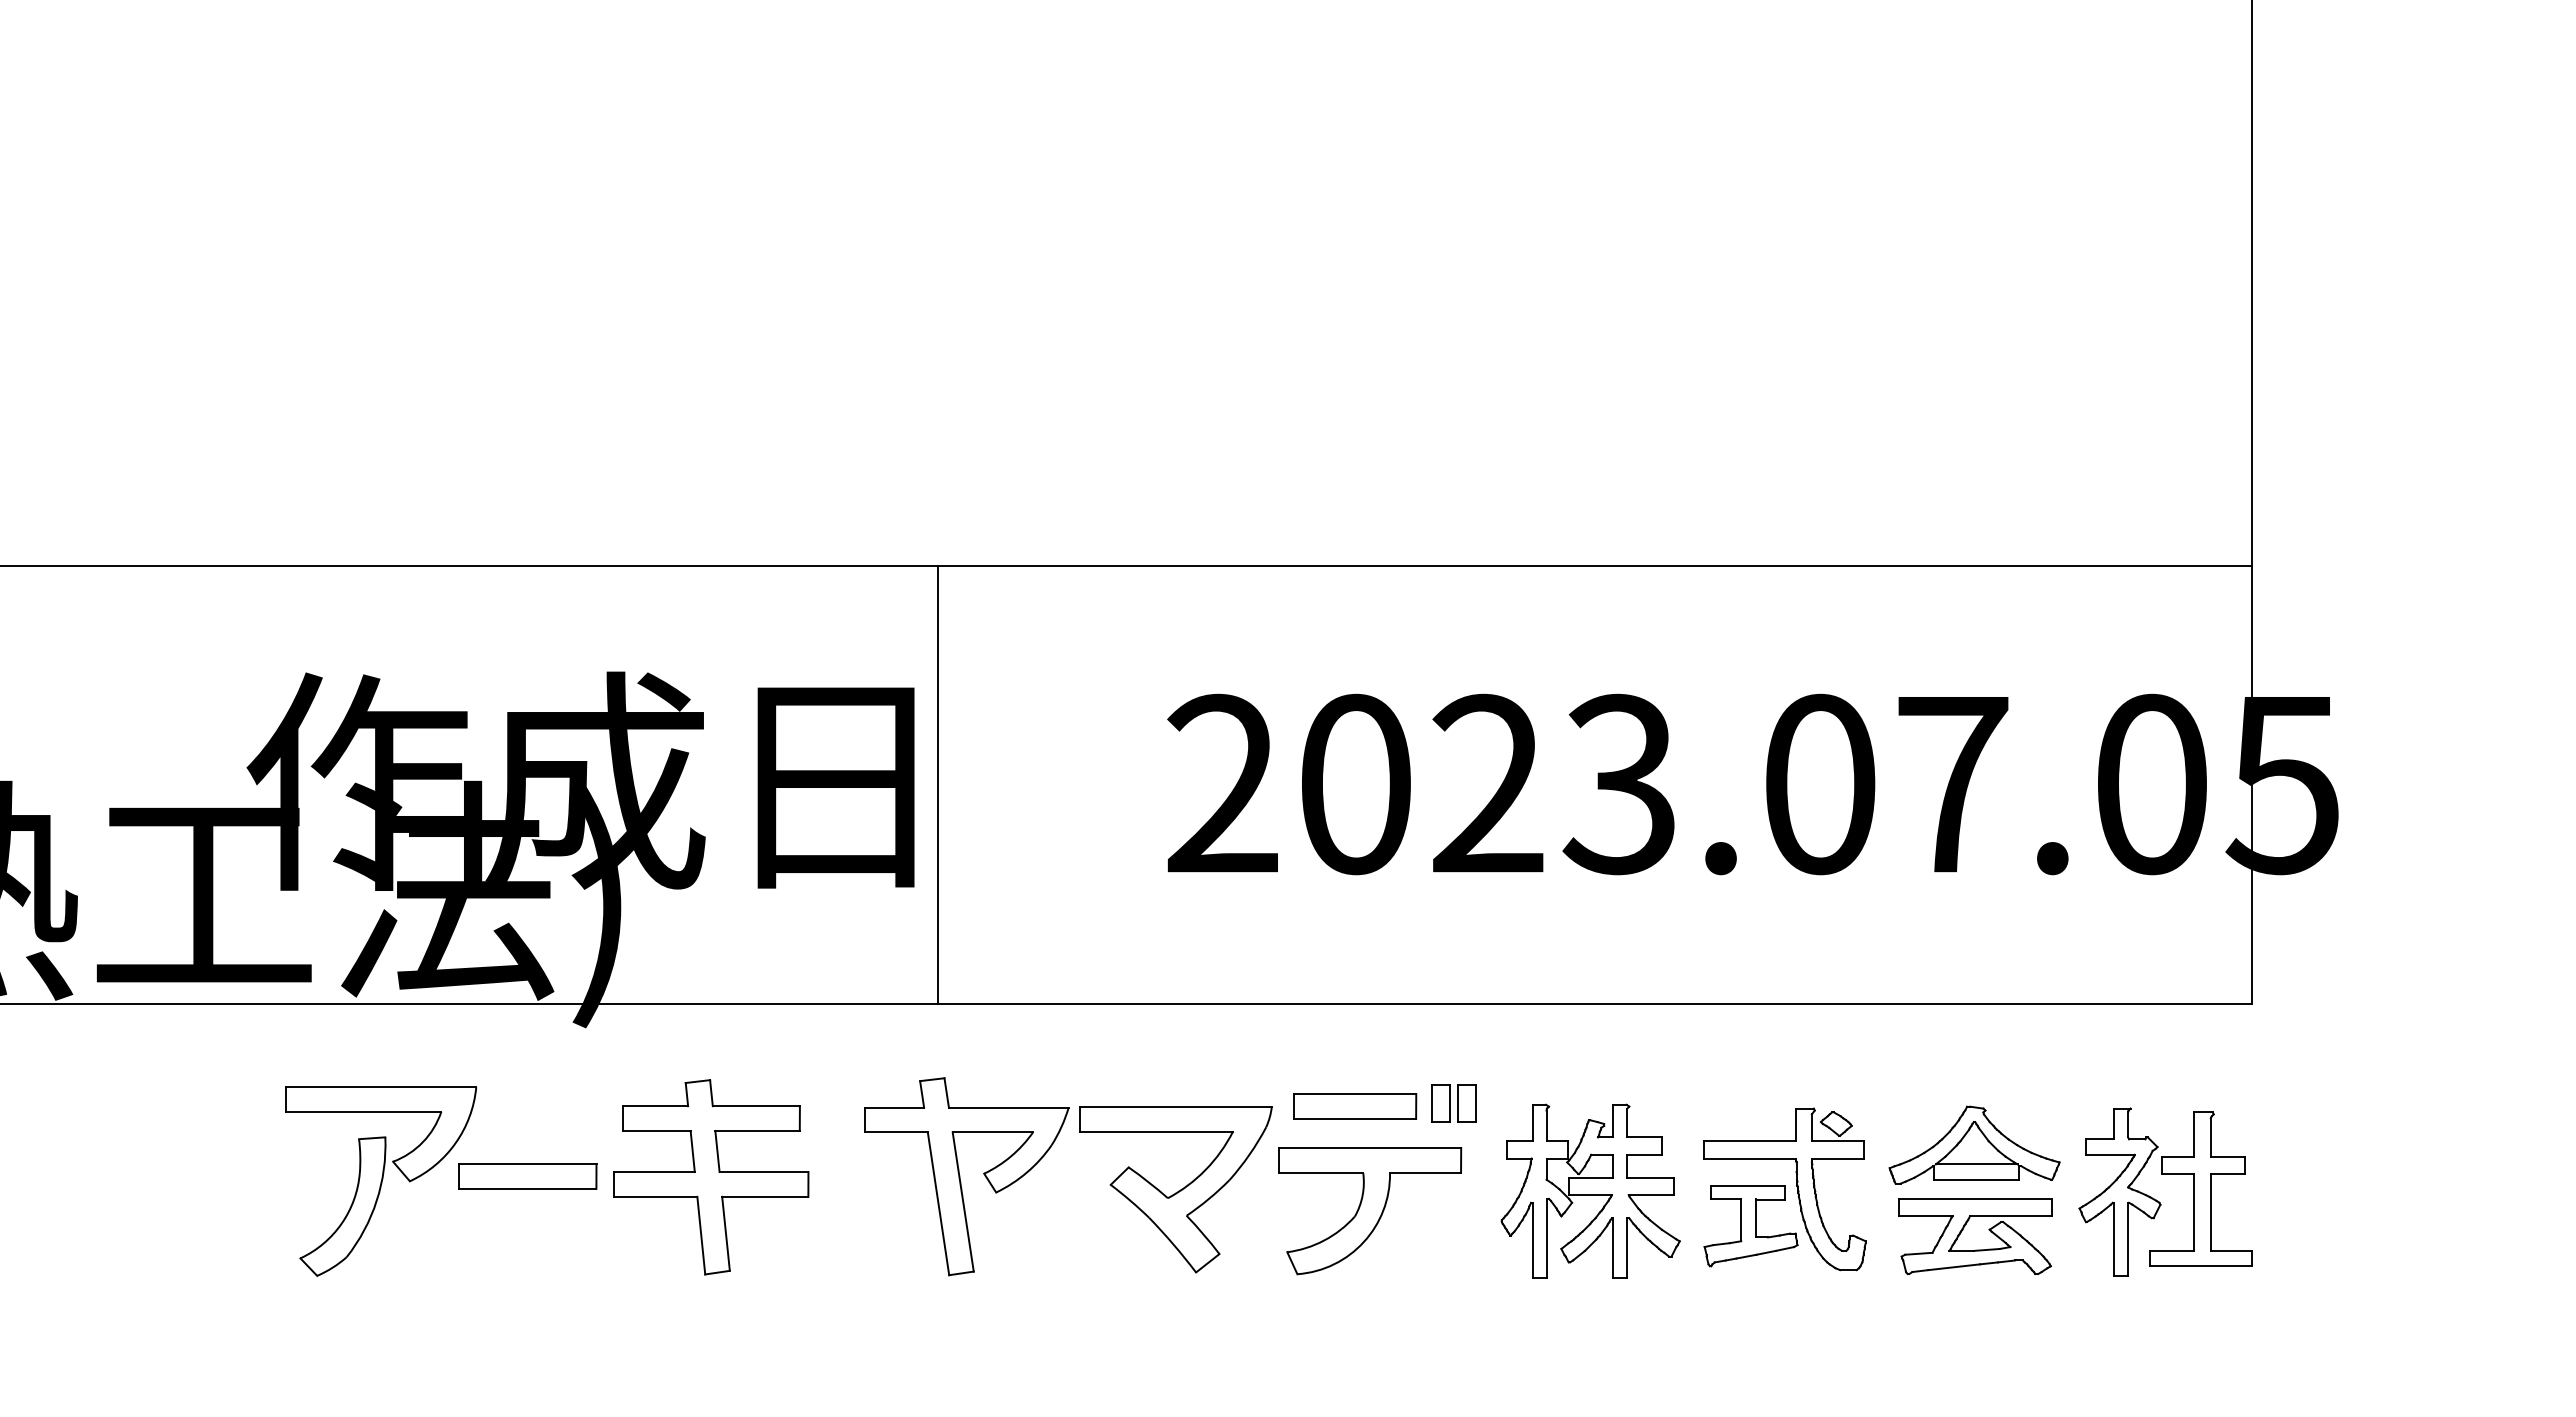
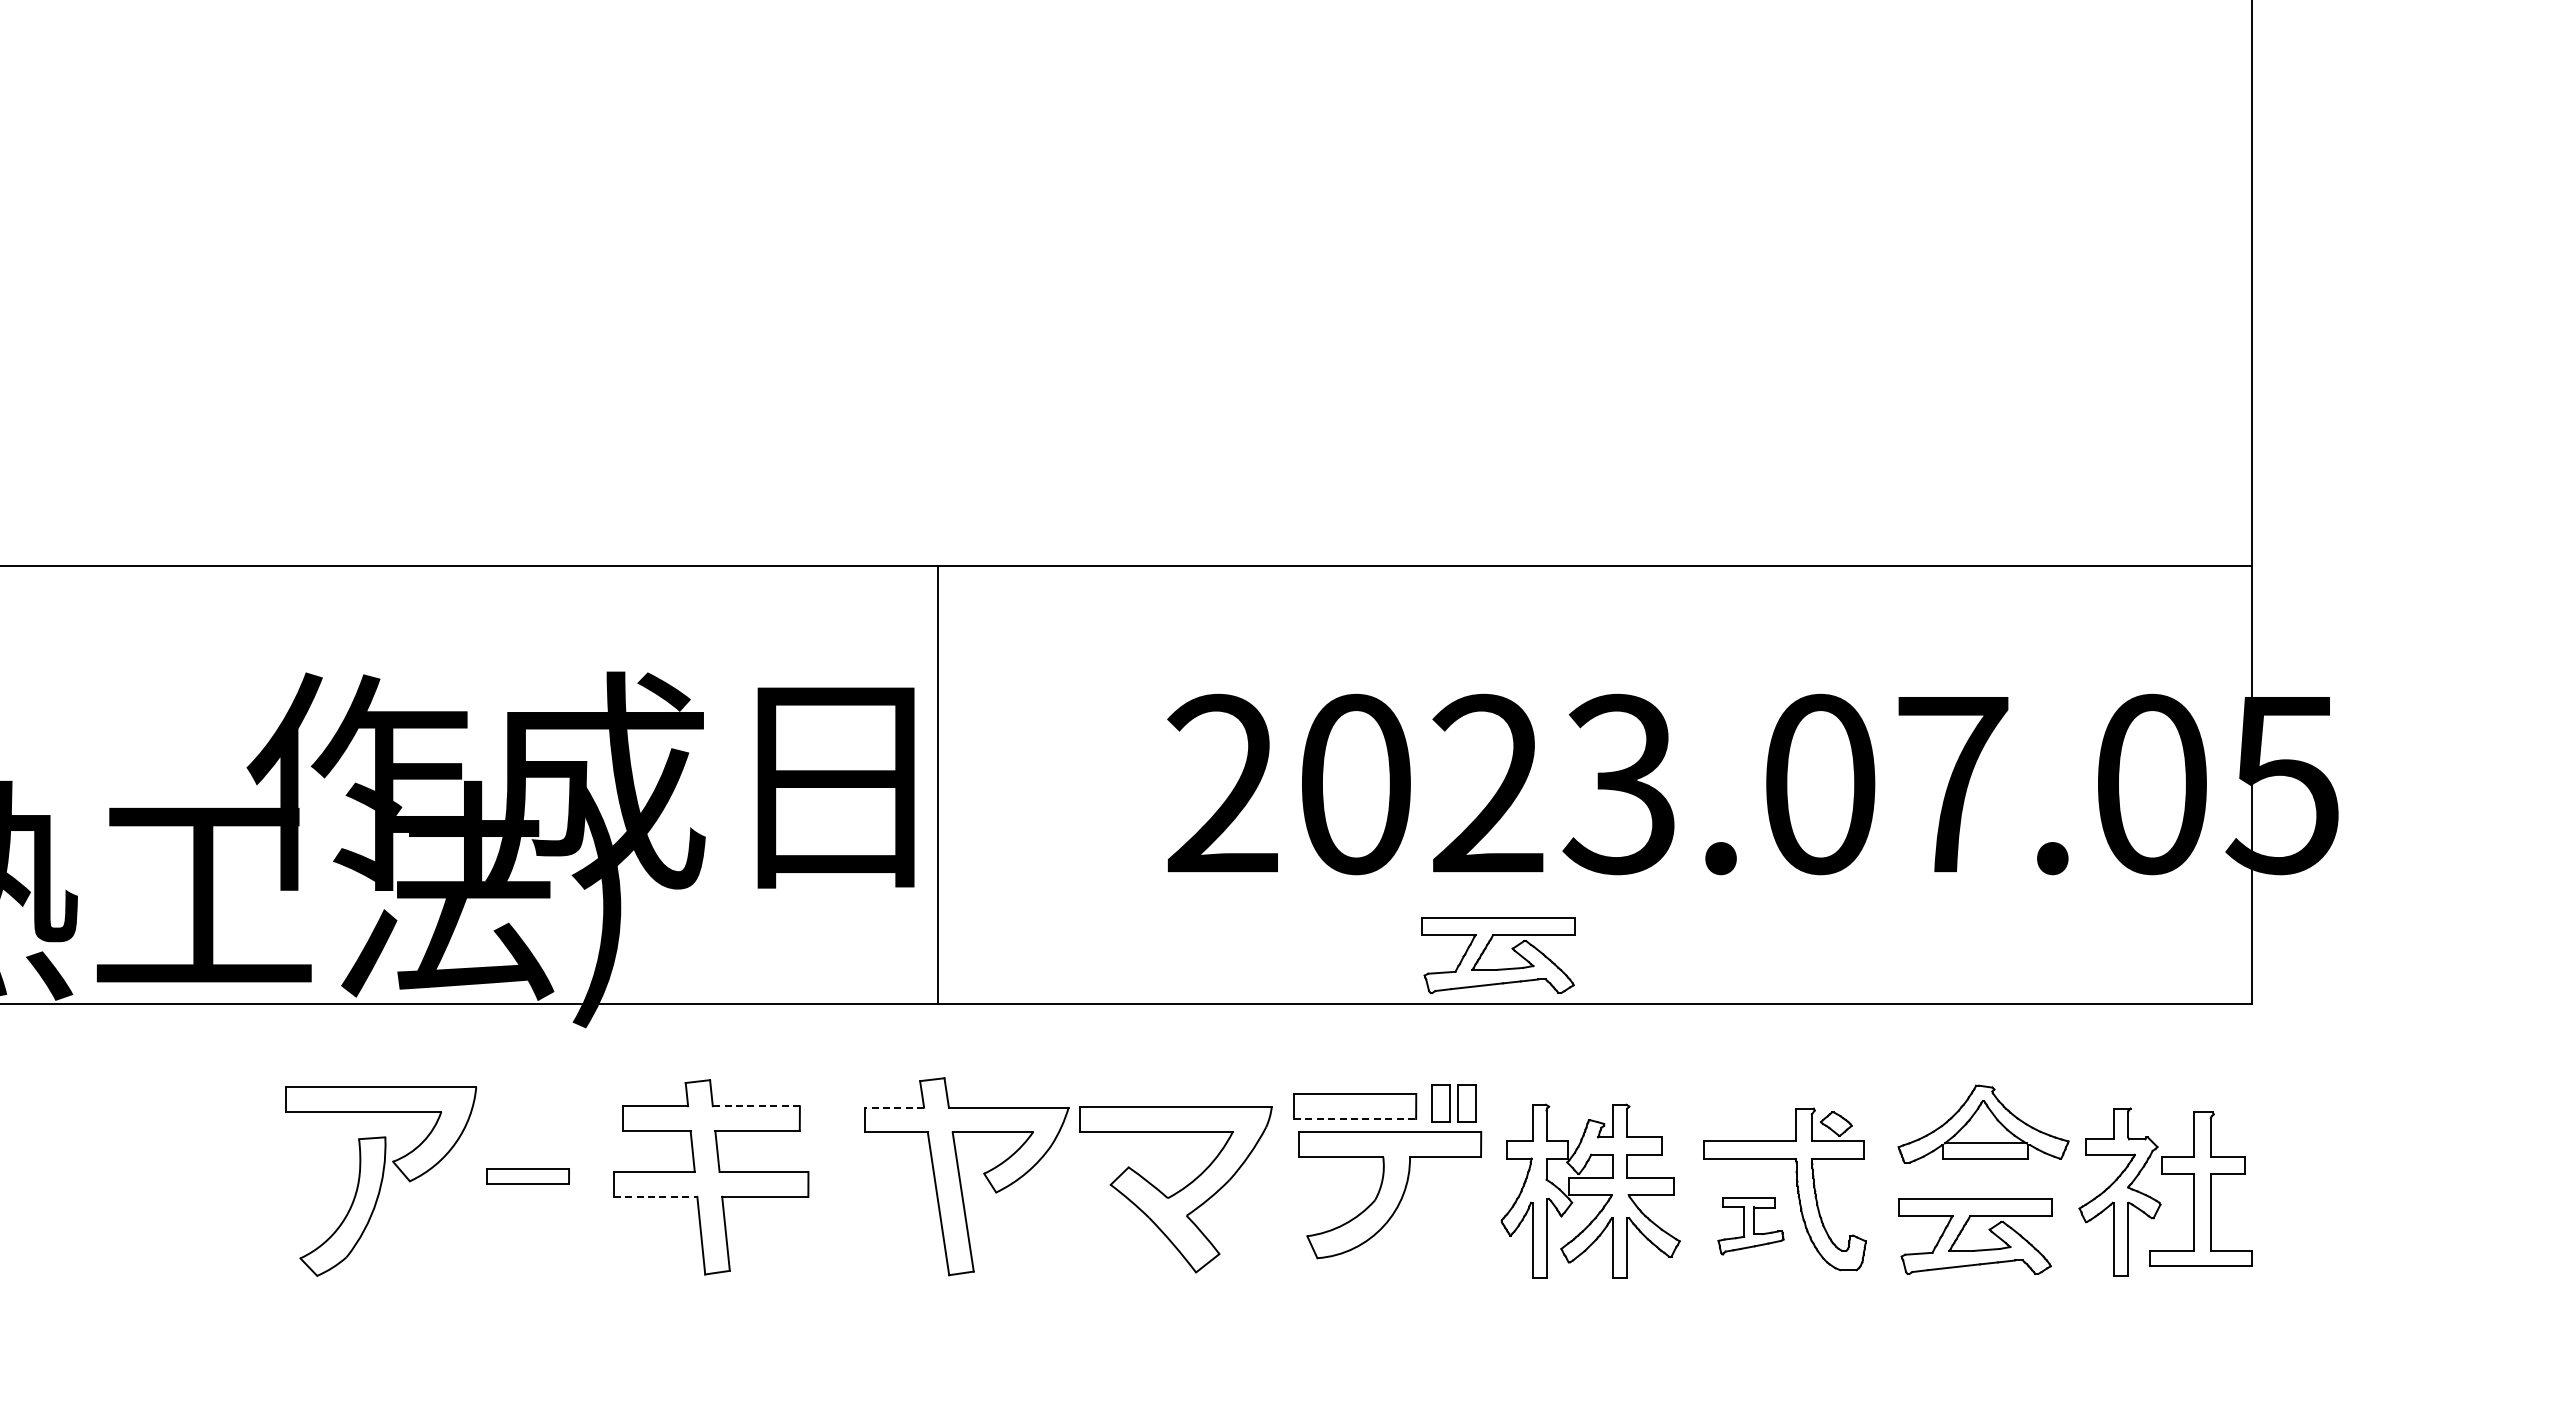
part at (1498, 968): none -> present
line at (756, 1106): solid -> dashed
line at (894, 1107): solid -> dashed
line at (1355, 1118): solid -> dashed
part at (1974, 1144) position: (1974, 1144) -> (1983, 1123)
part at (527, 1176) size: 140x27 px -> 84x17 px
line at (655, 1196): solid -> dashed
part at (1370, 1211) position: (1370, 1211) -> (1390, 1195)
part at (1750, 1226) size: 96x83 px -> 68x59 px
